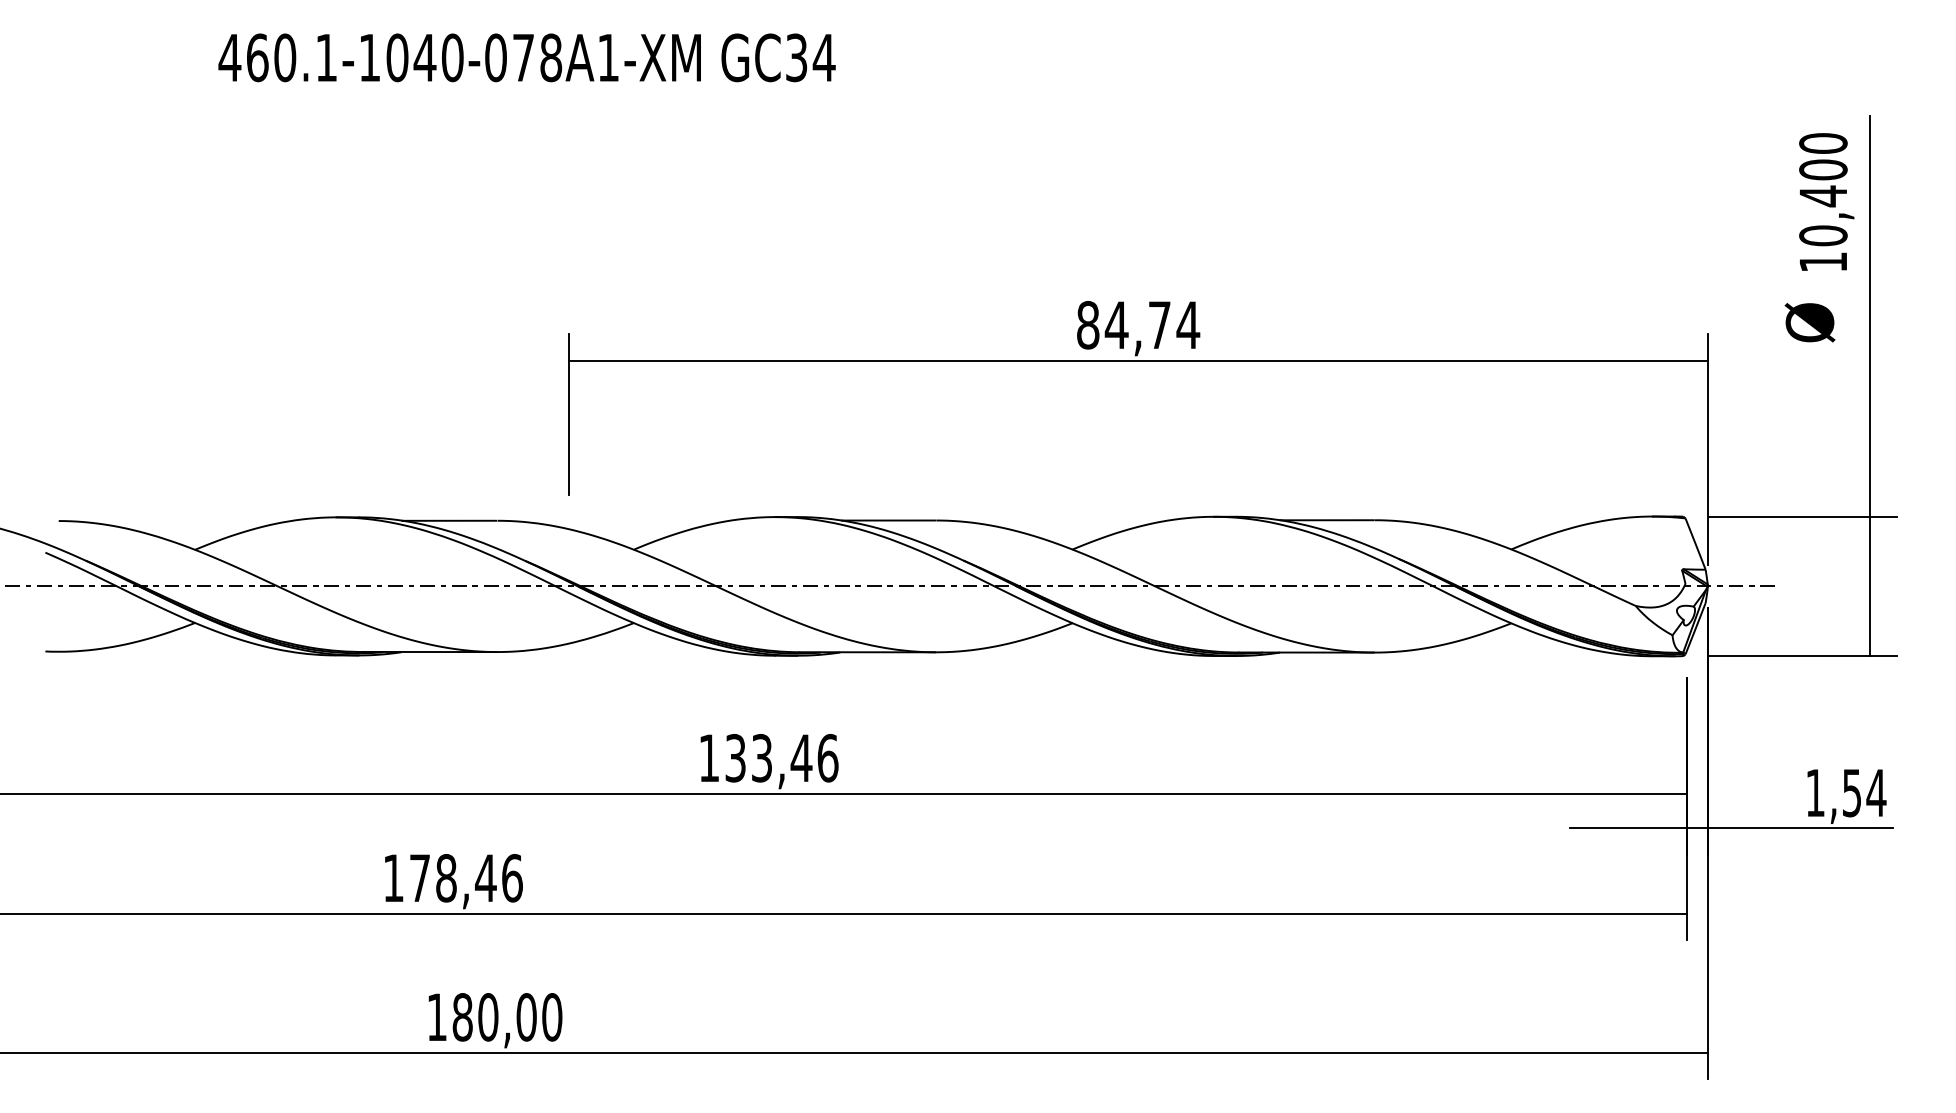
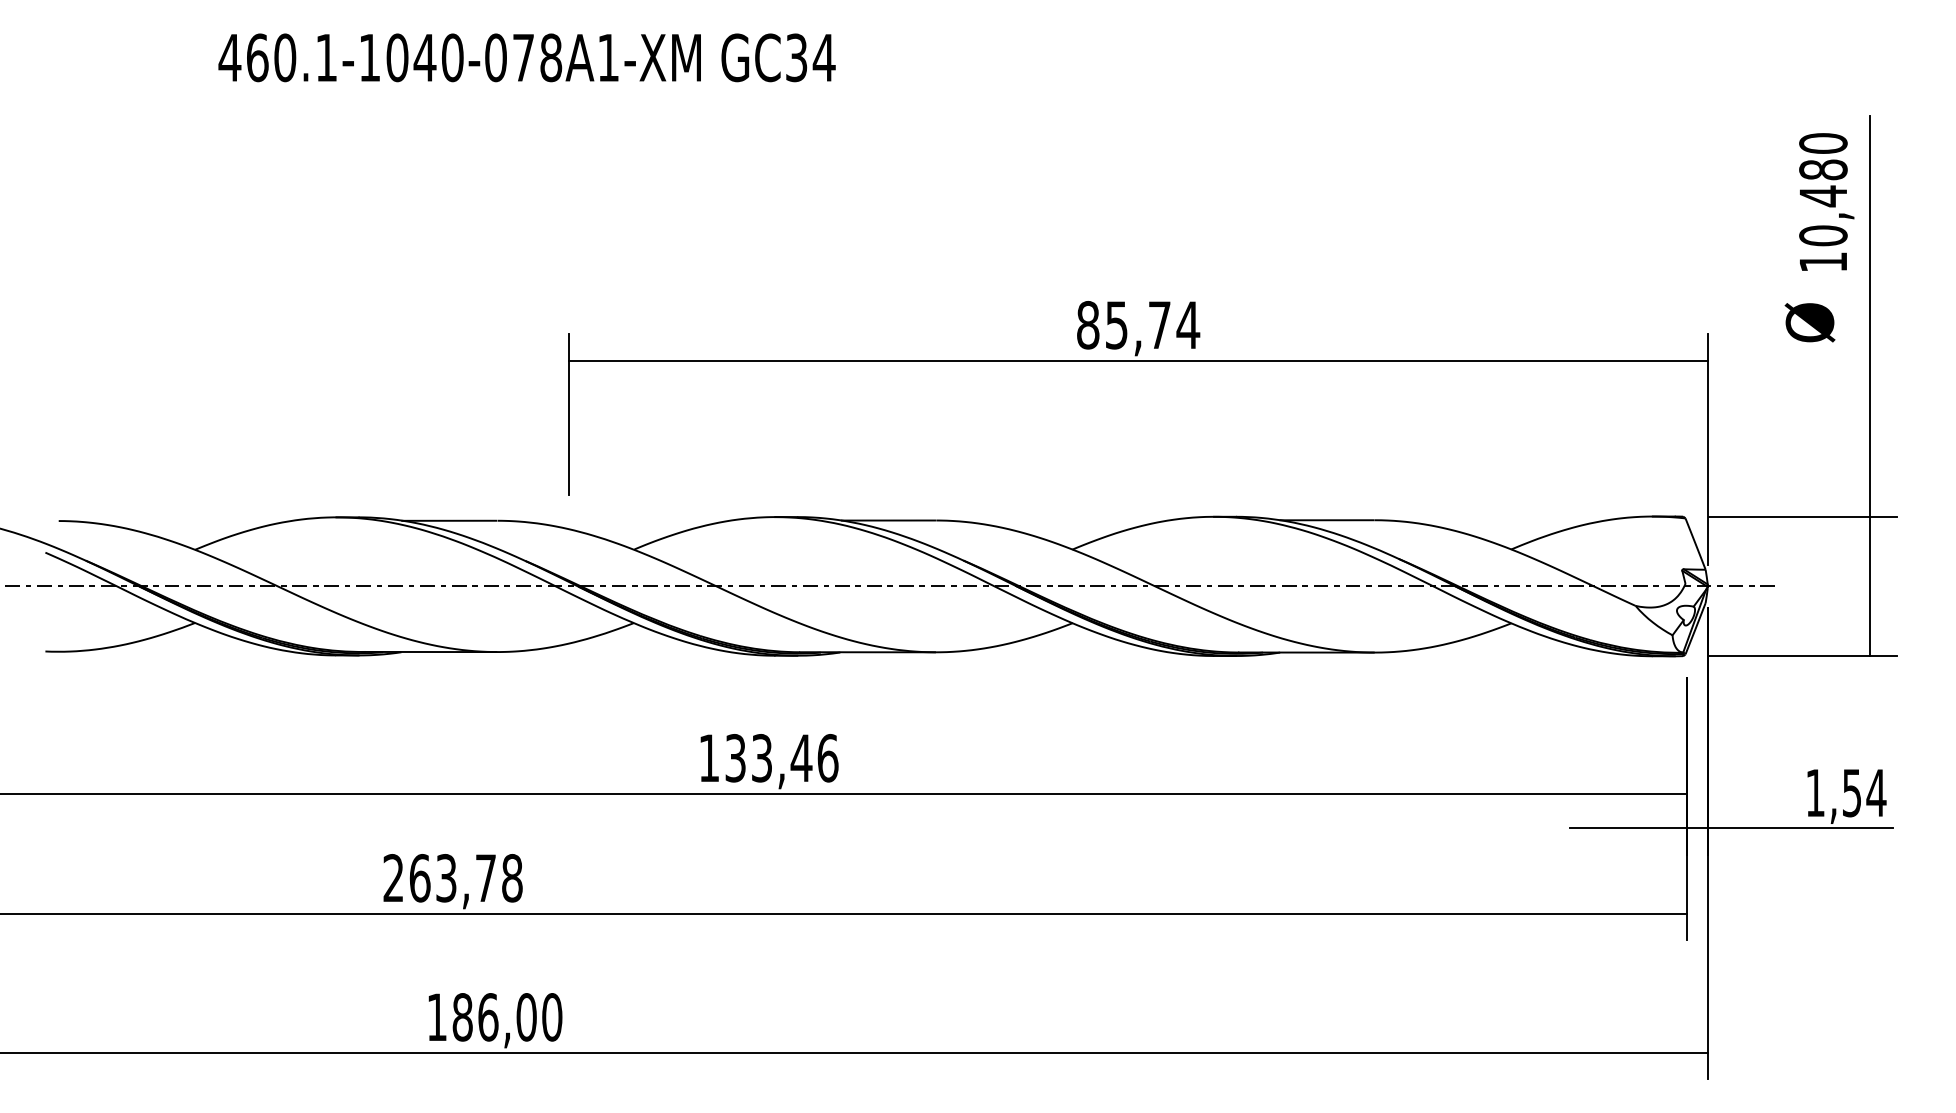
text at (1823, 169): 10,400 -> 10,480
text at (1116, 325): 84,74 -> 85,74
text at (452, 878): 178,46 -> 263,78
text at (488, 1017): 180,00 -> 186,00
